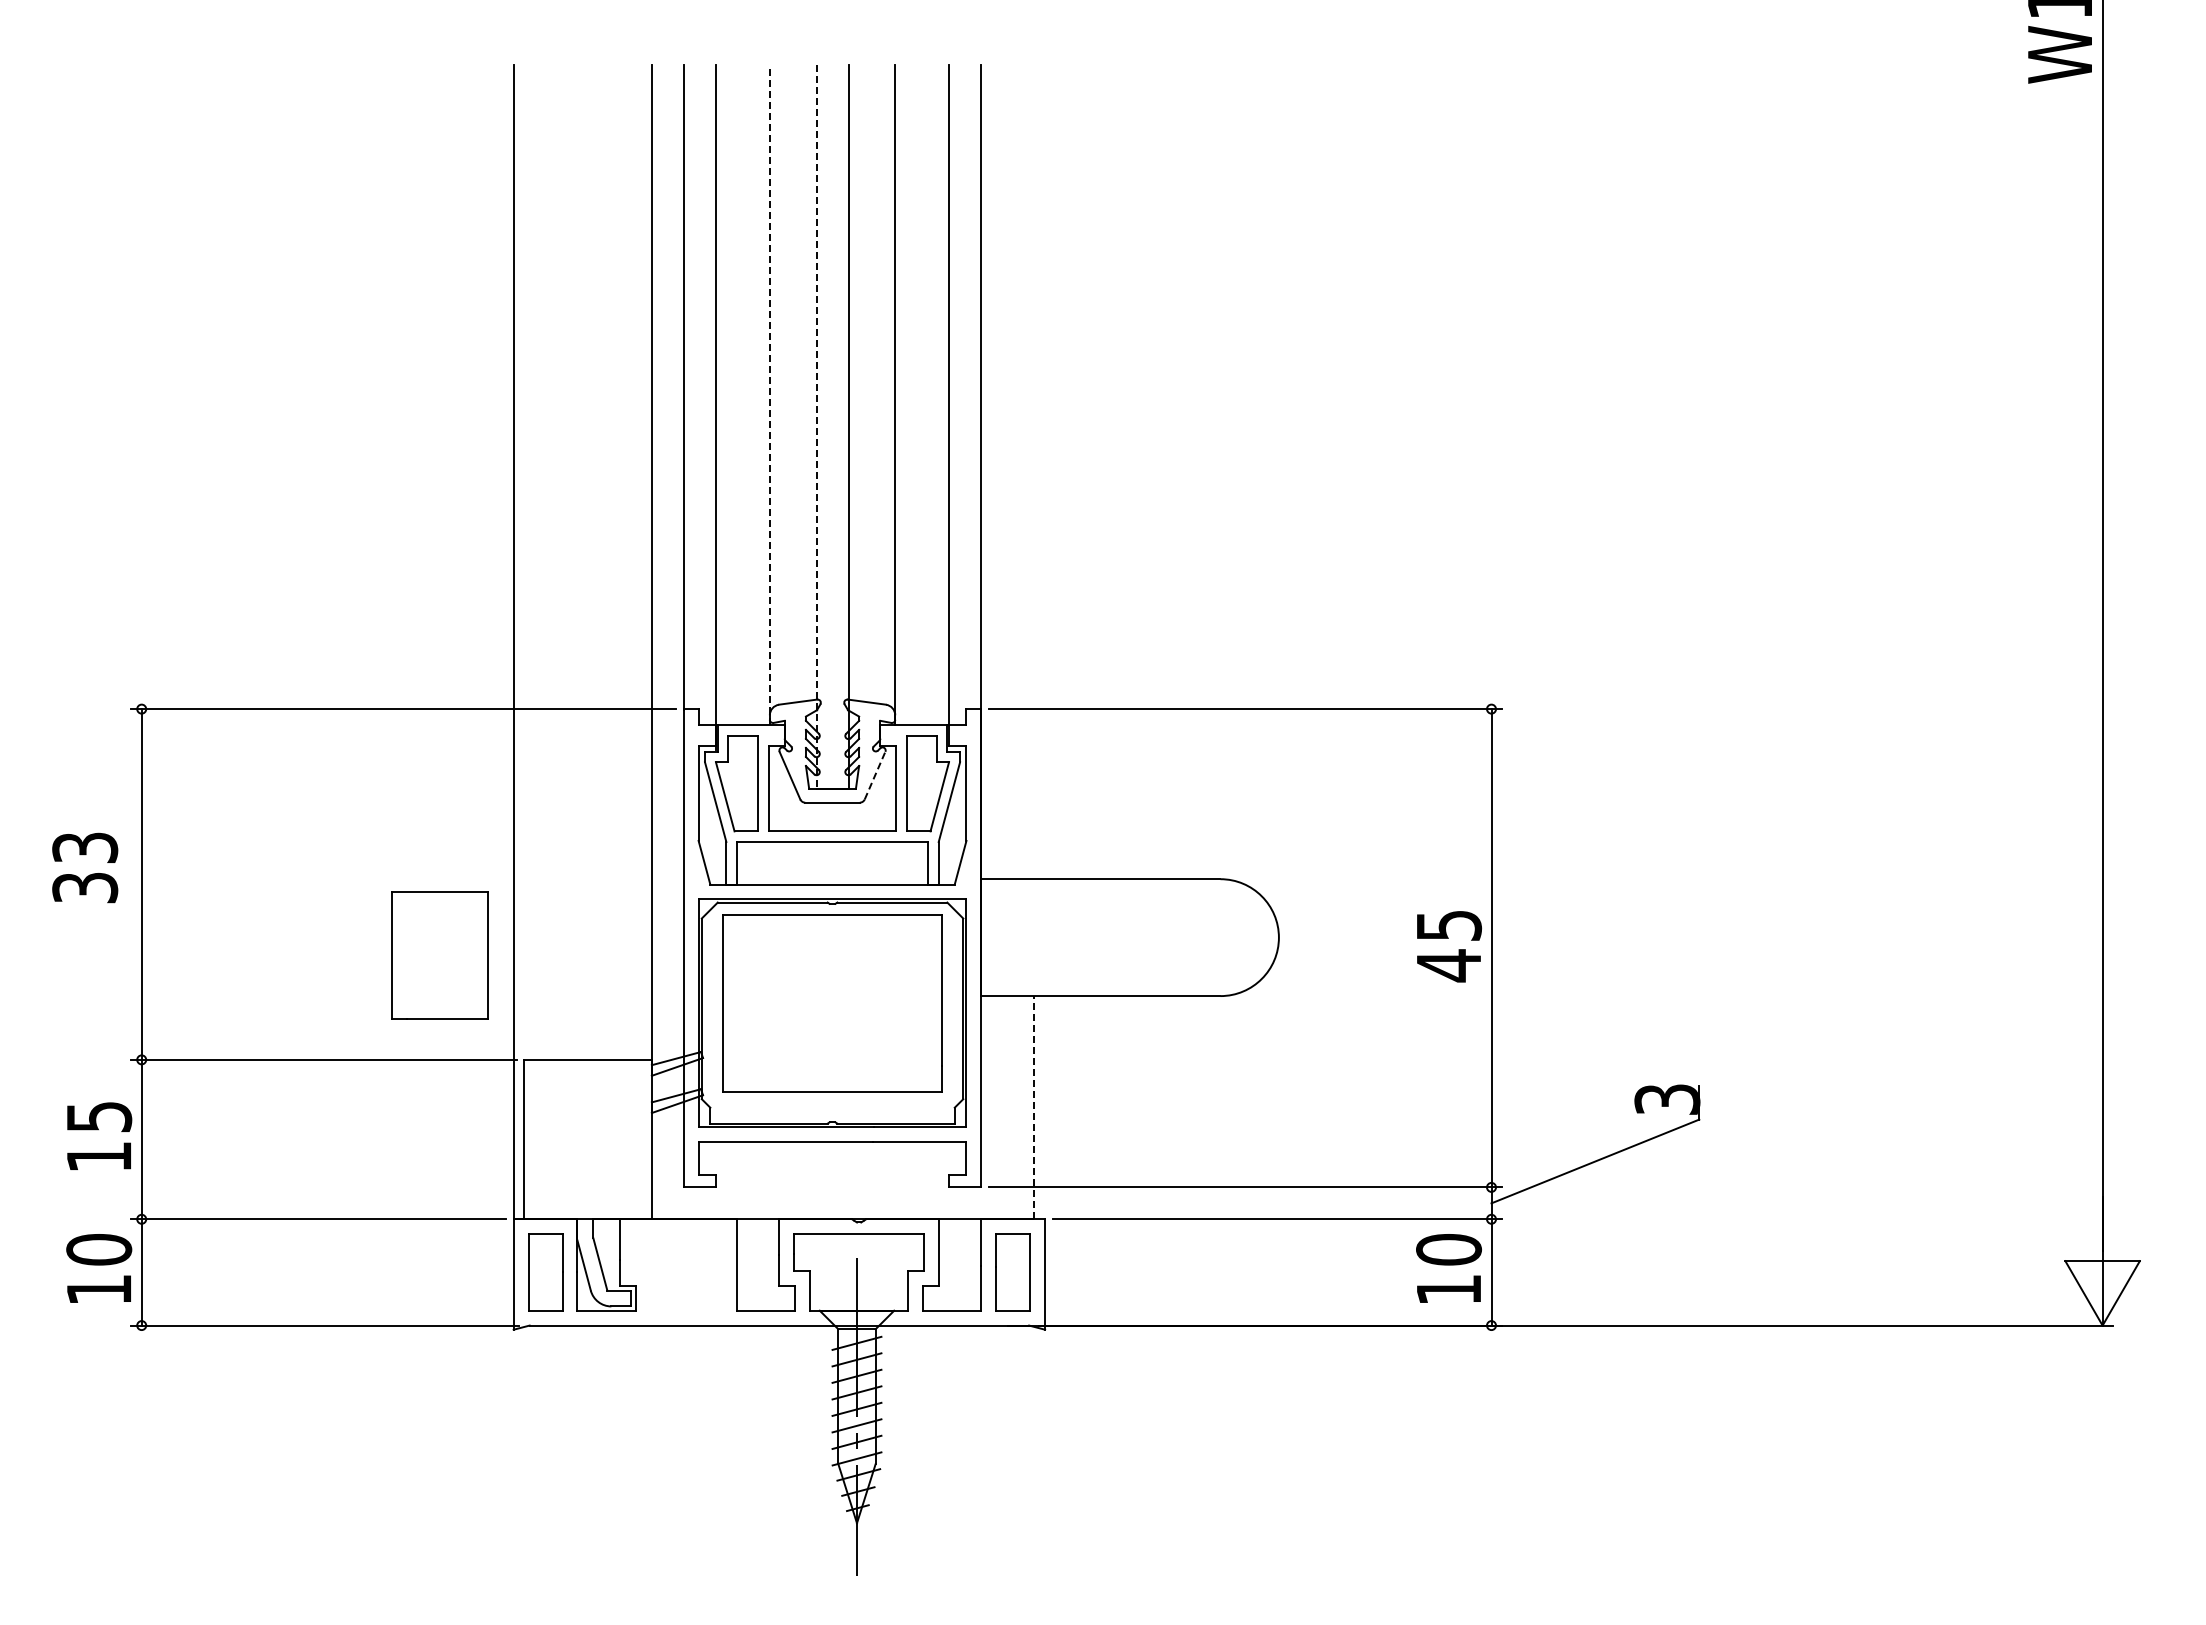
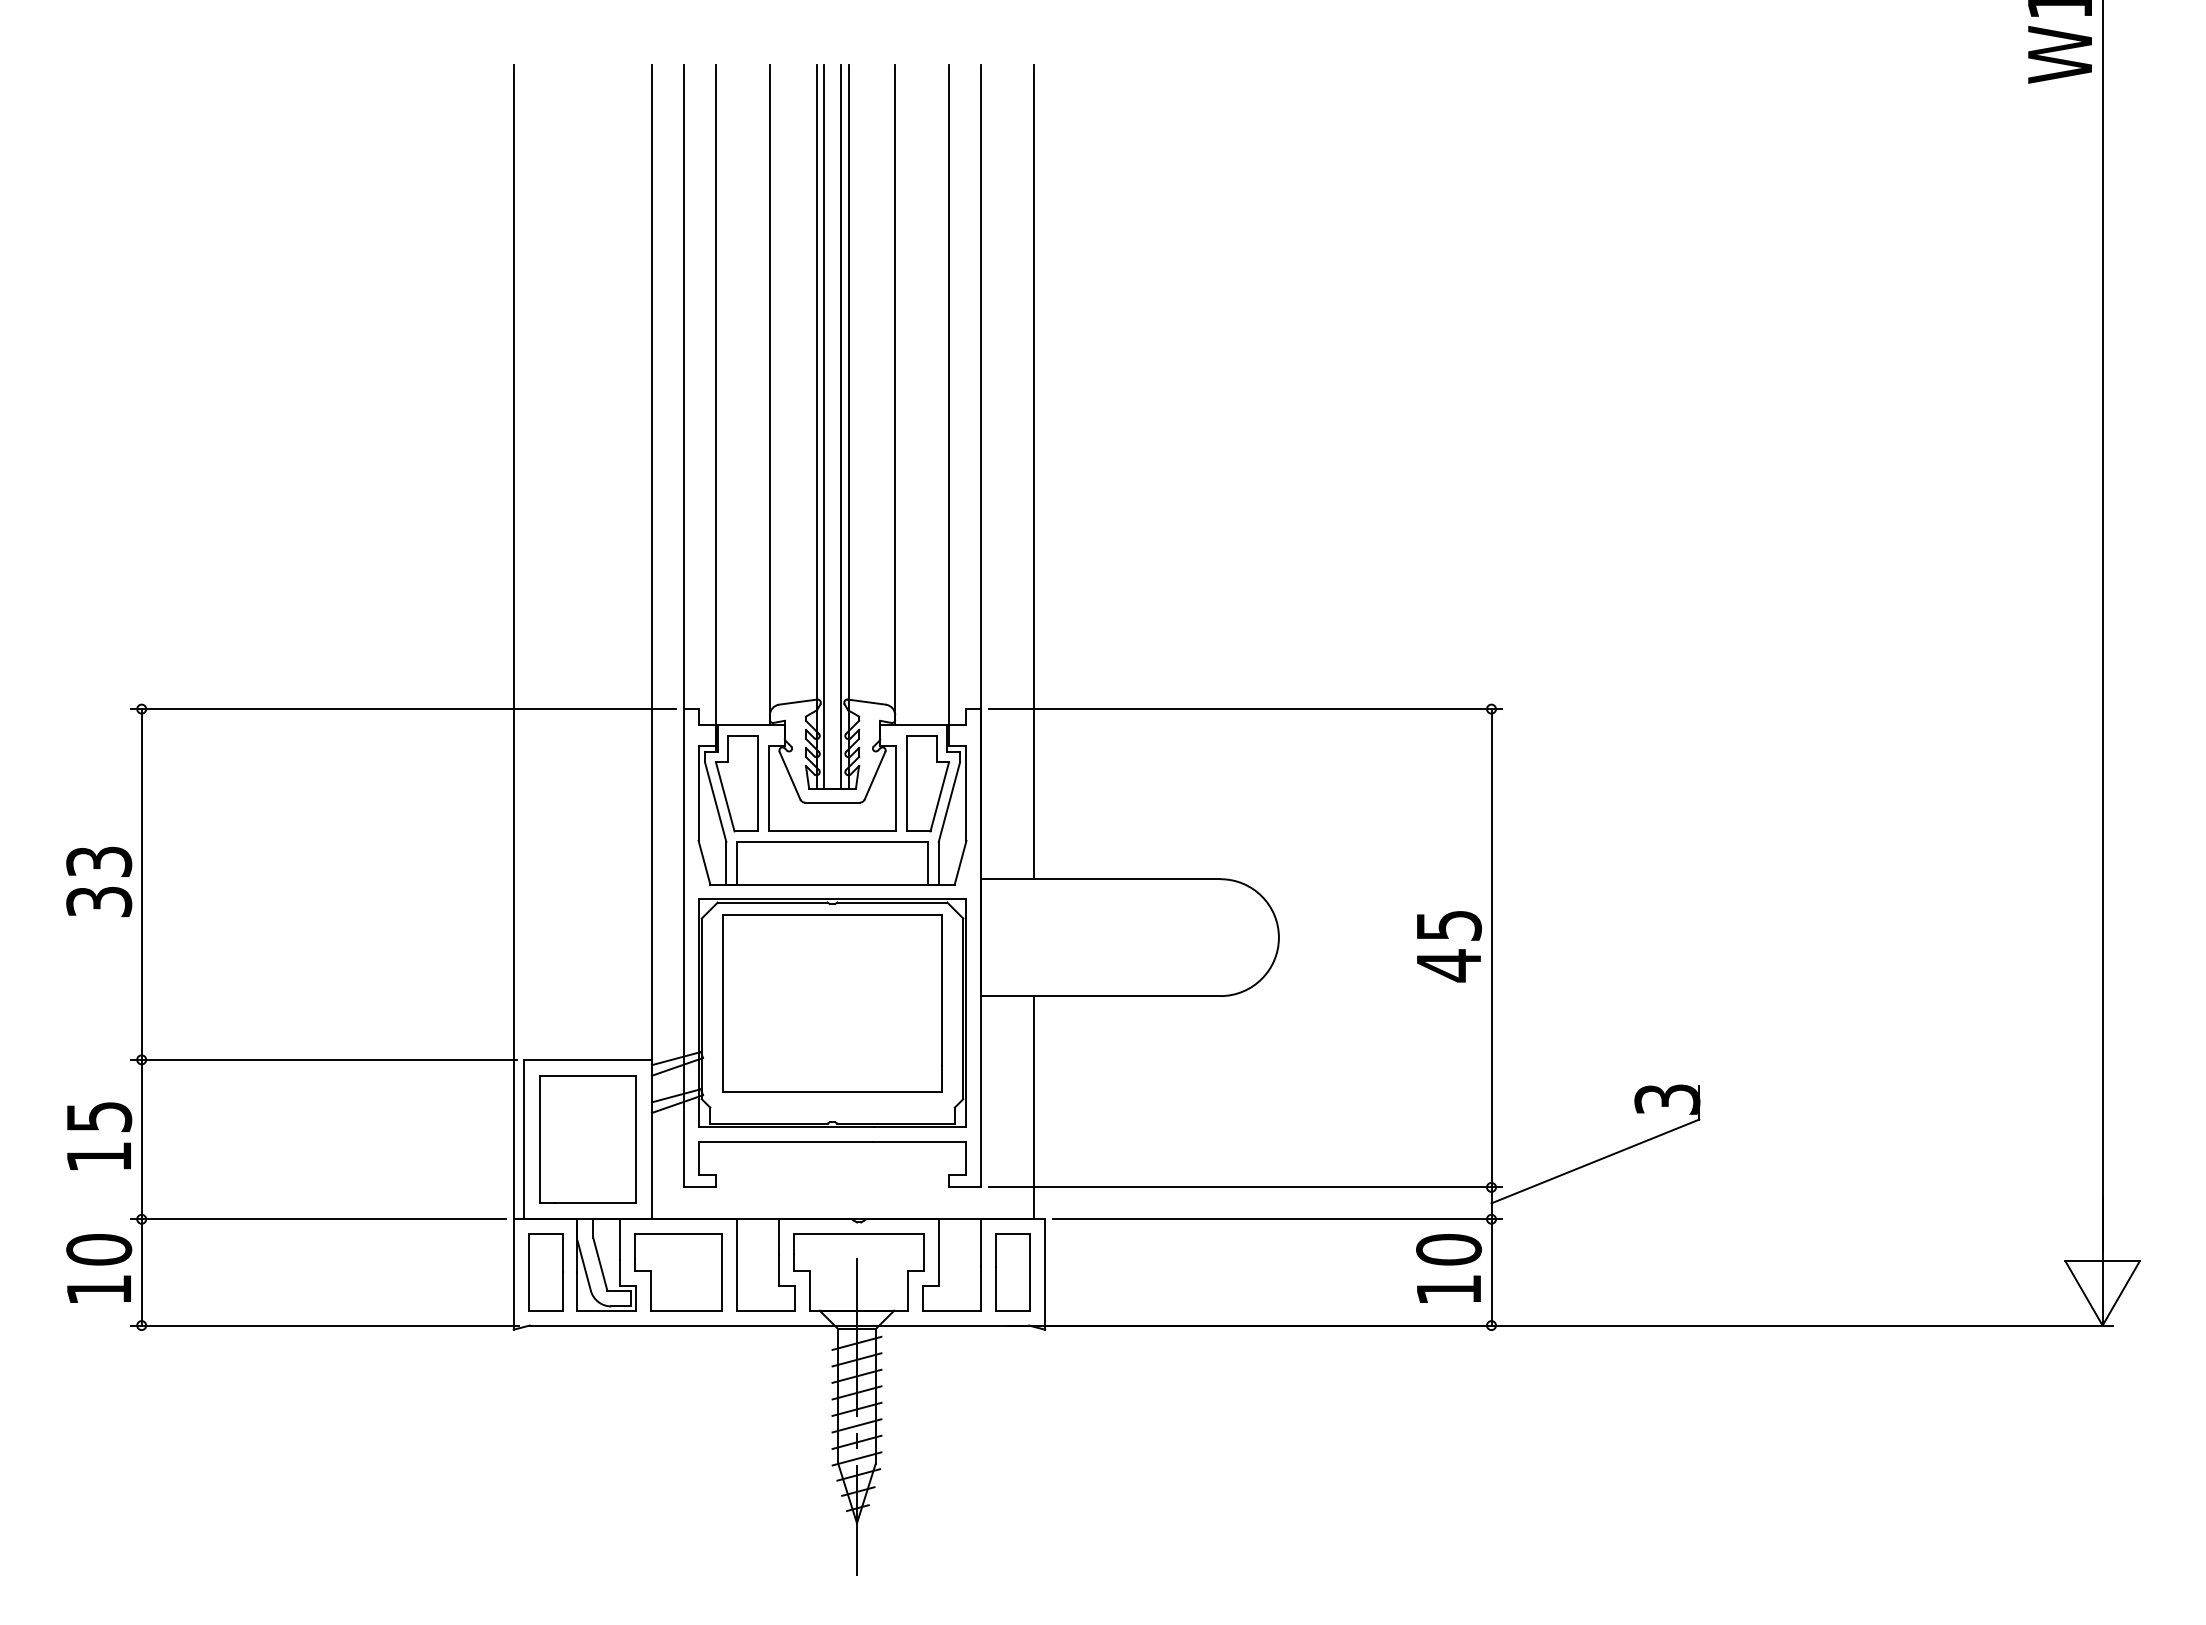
line at (769, 394): dashed -> solid
line at (824, 426): none -> present
line at (841, 426): none -> present
line at (816, 427): dashed -> solid
line at (1034, 471): none -> present
line at (875, 775): dashed -> solid
text at (85, 867) position: (85, 867) -> (99, 881)
part at (439, 955) position: (439, 955) -> (587, 1139)
line at (1034, 1107): dashed -> solid
part at (678, 1272): none -> present
